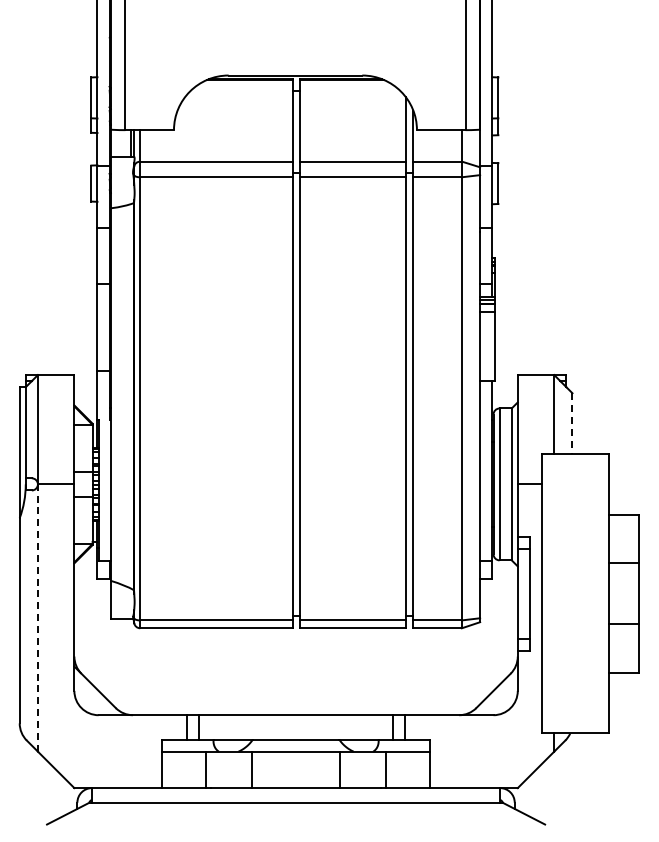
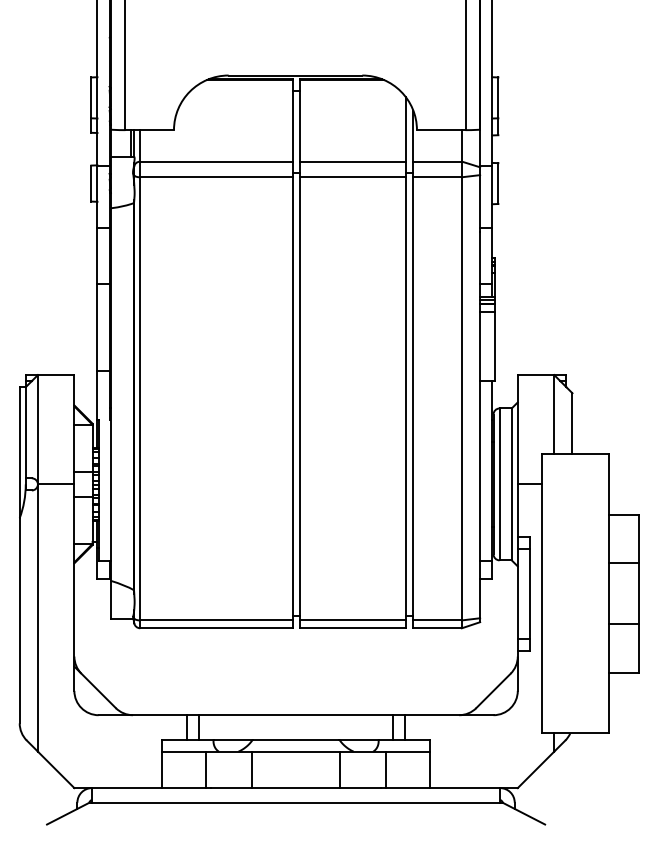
line at (572, 424): dashed -> solid
line at (37, 618): dashed -> solid
